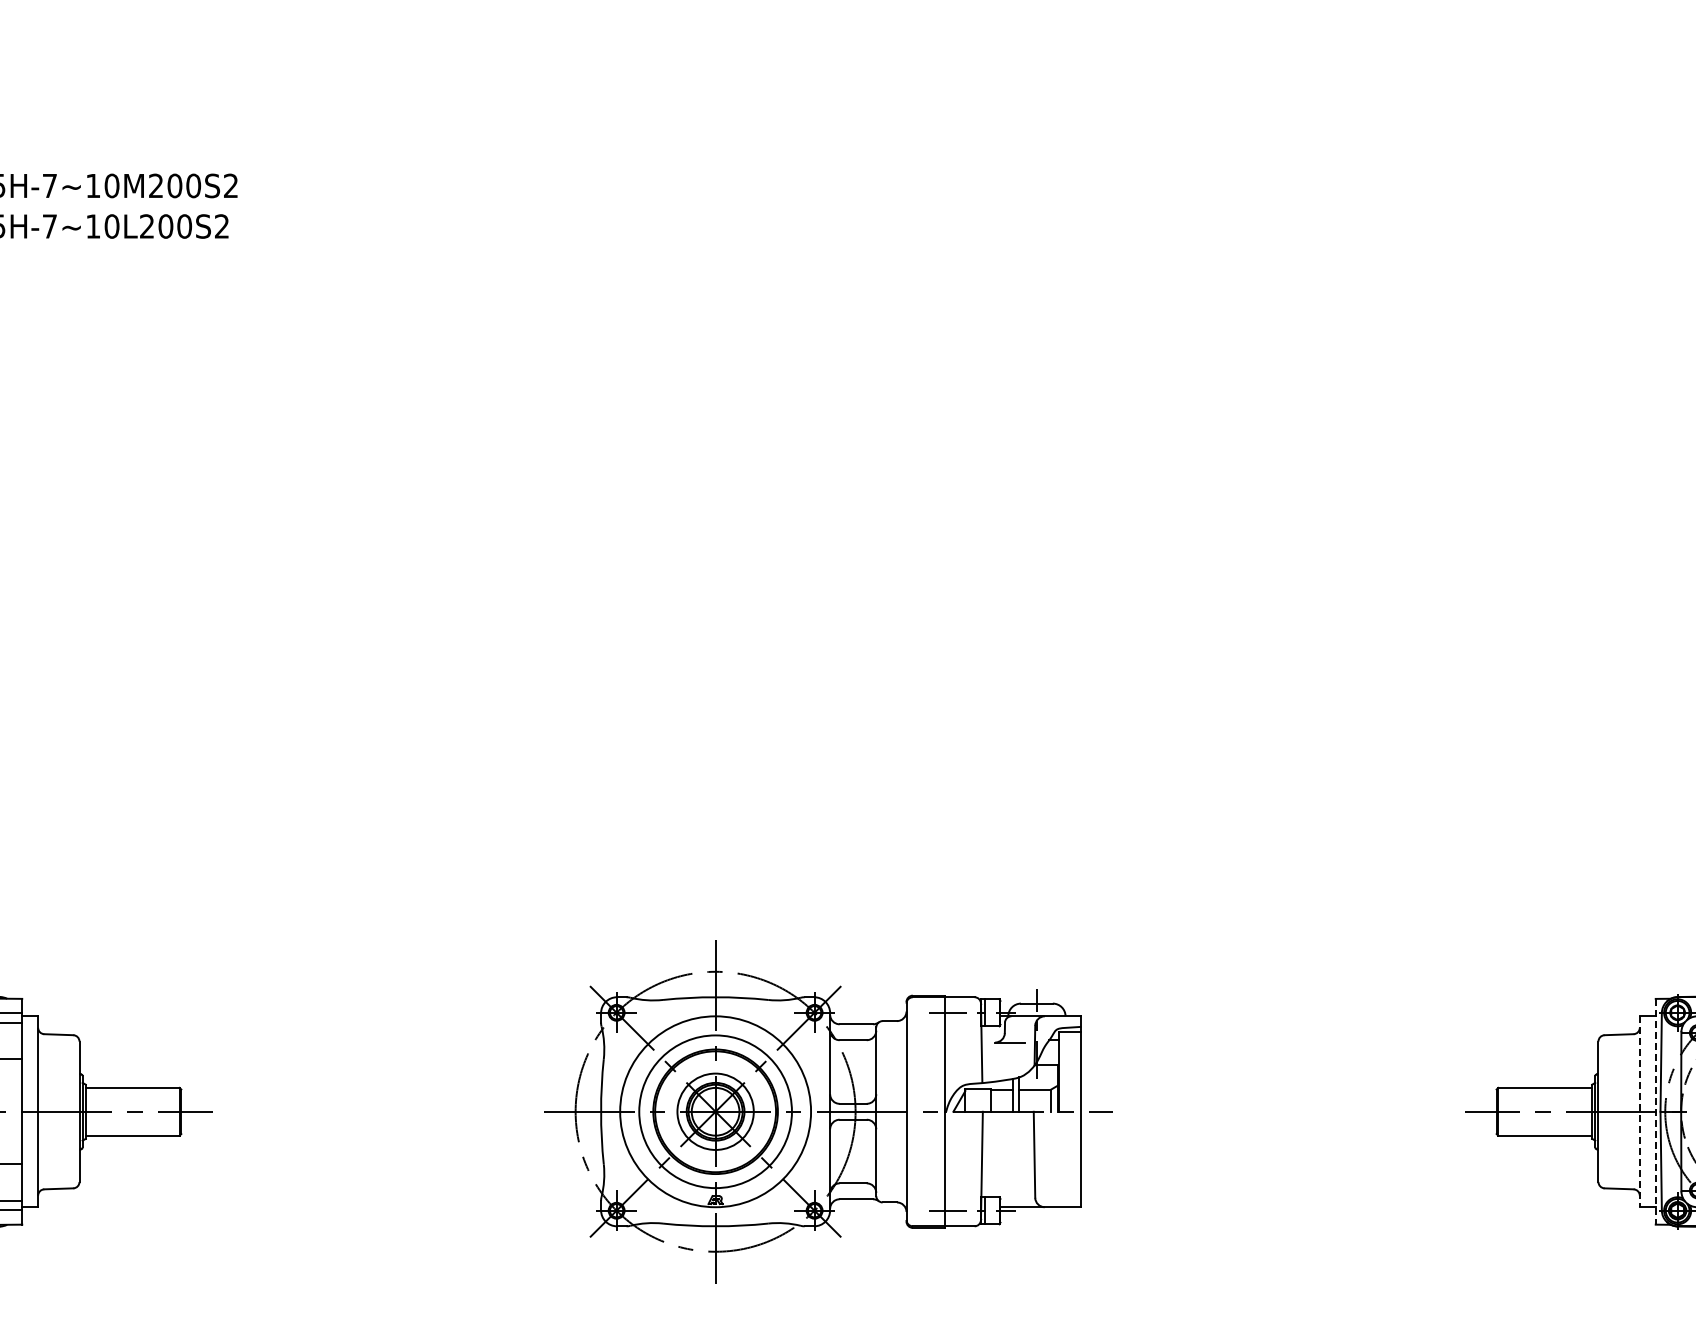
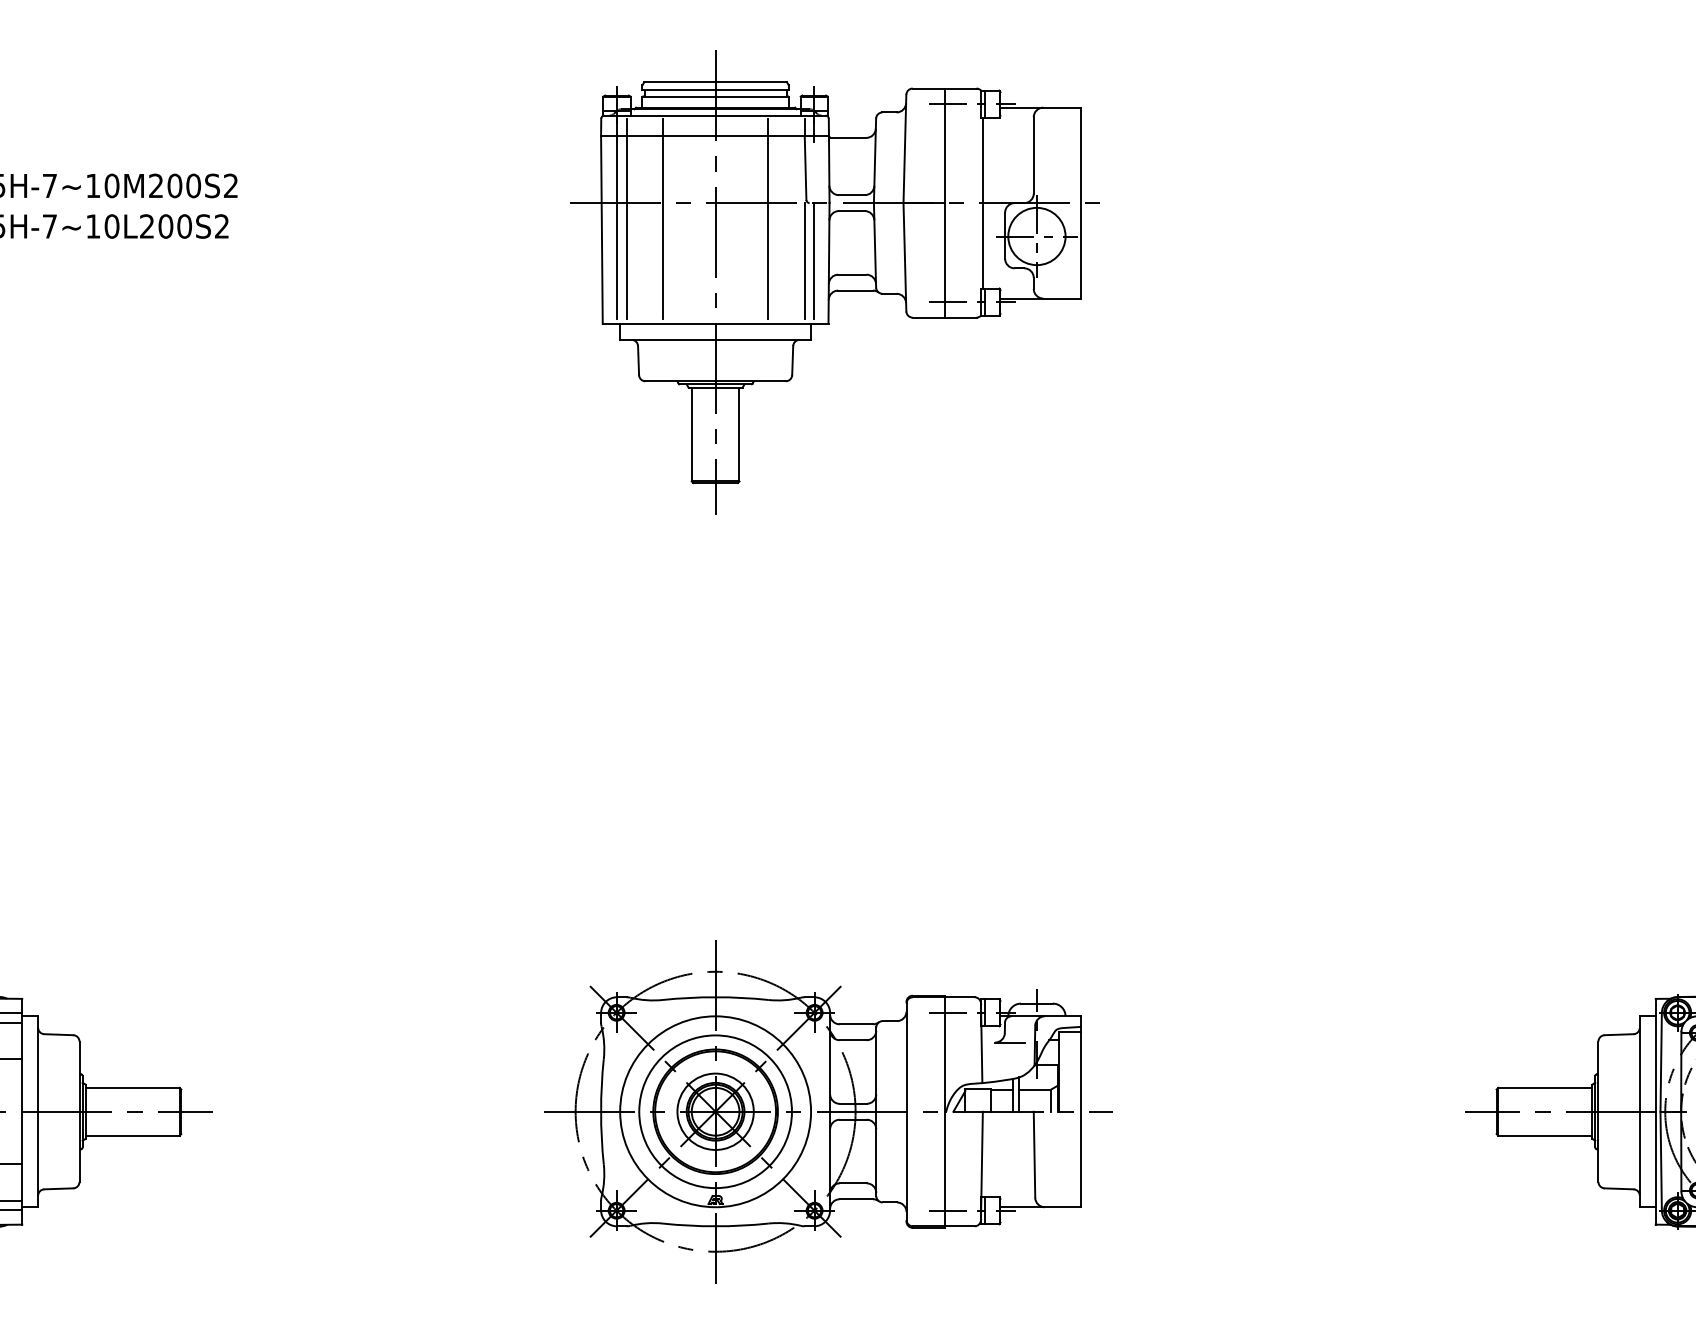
part at (834, 282): none -> present
line at (1655, 1111): dashed -> solid
line at (1639, 1112): dashed -> solid
